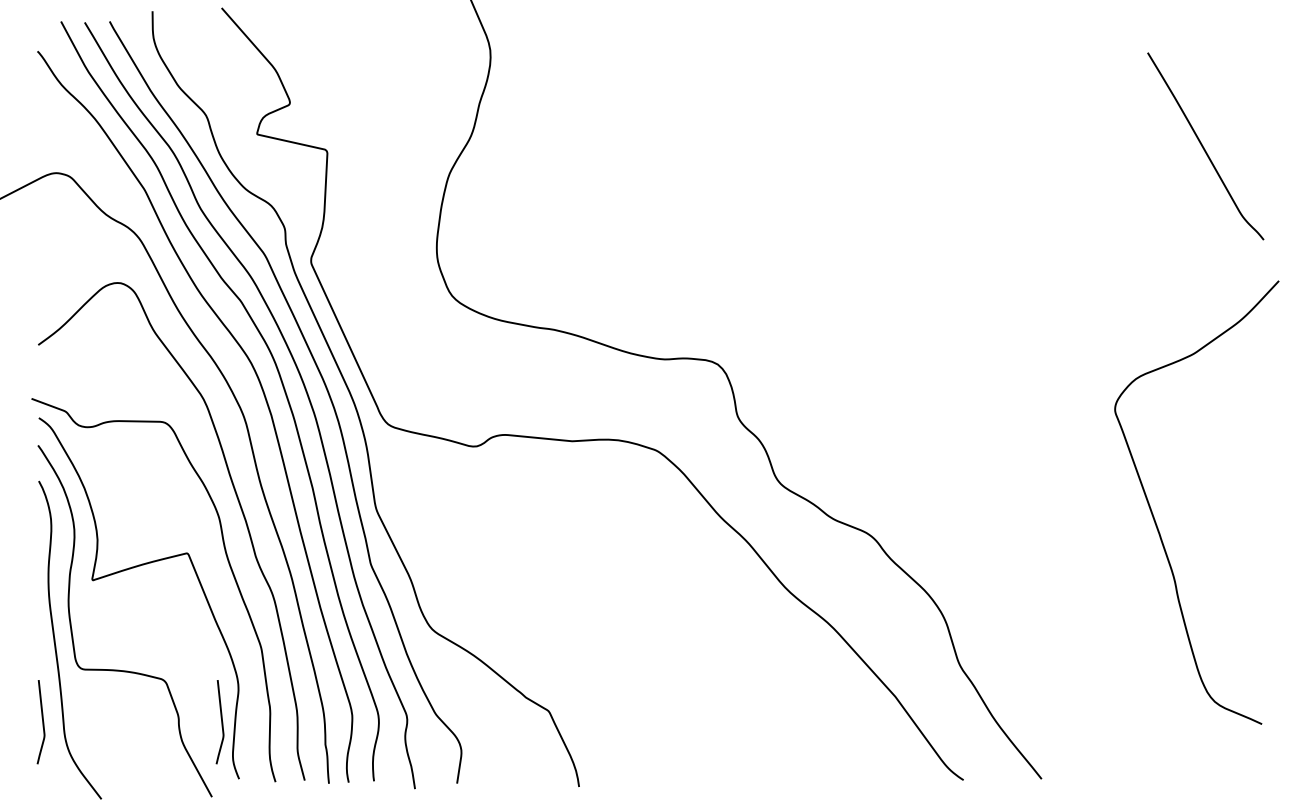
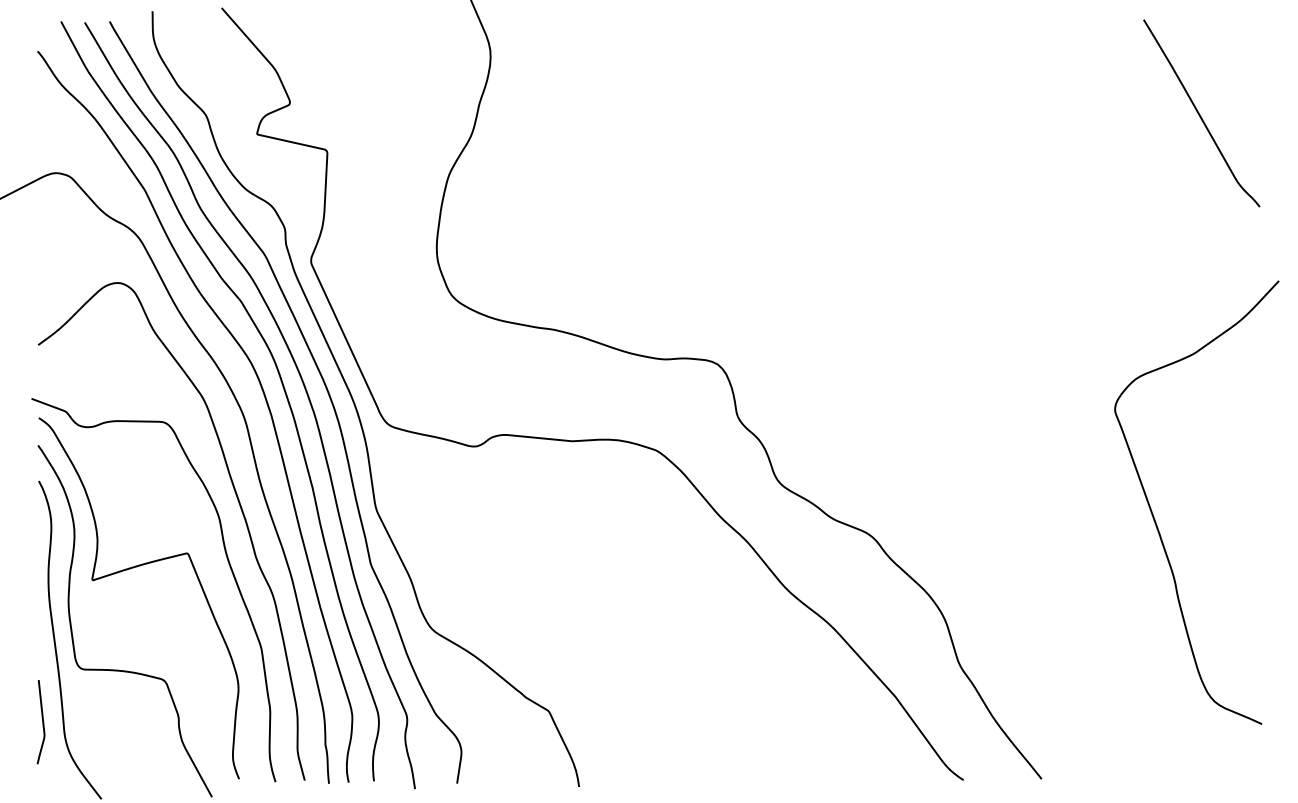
curve at (1204, 147) position: (1204, 147) -> (1200, 114)
curve at (221, 722): present -> none
